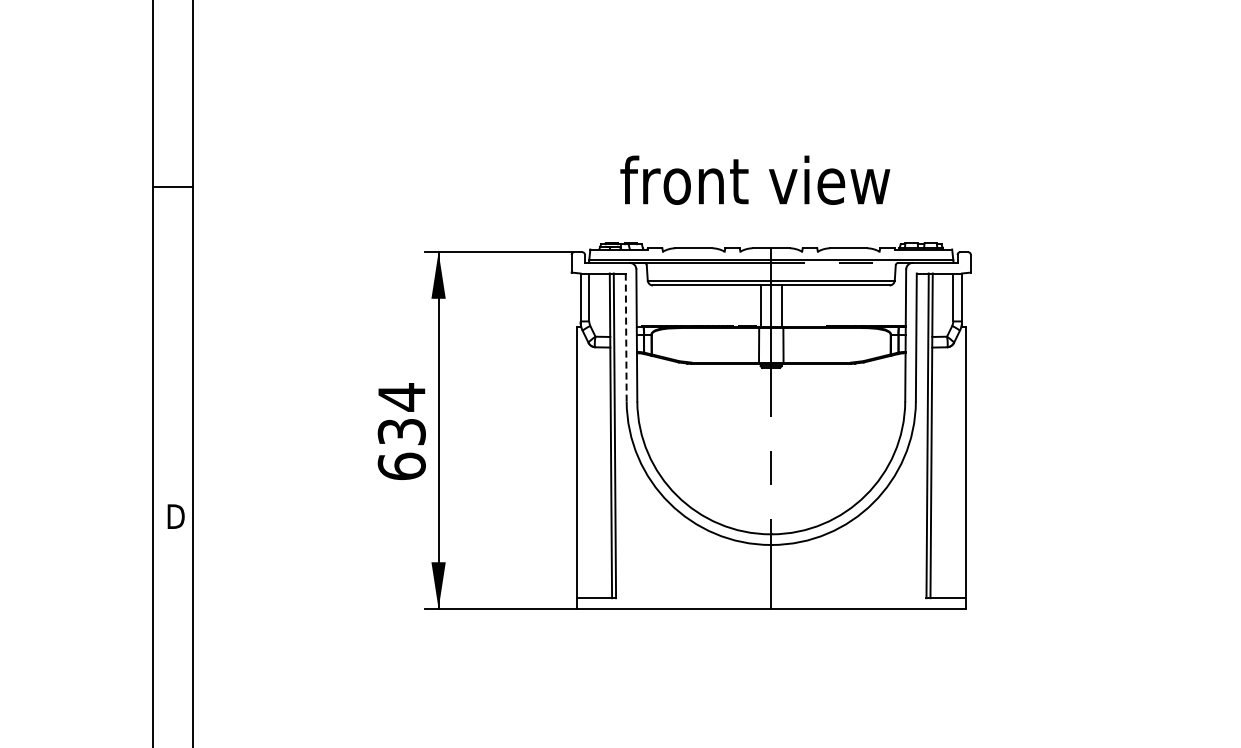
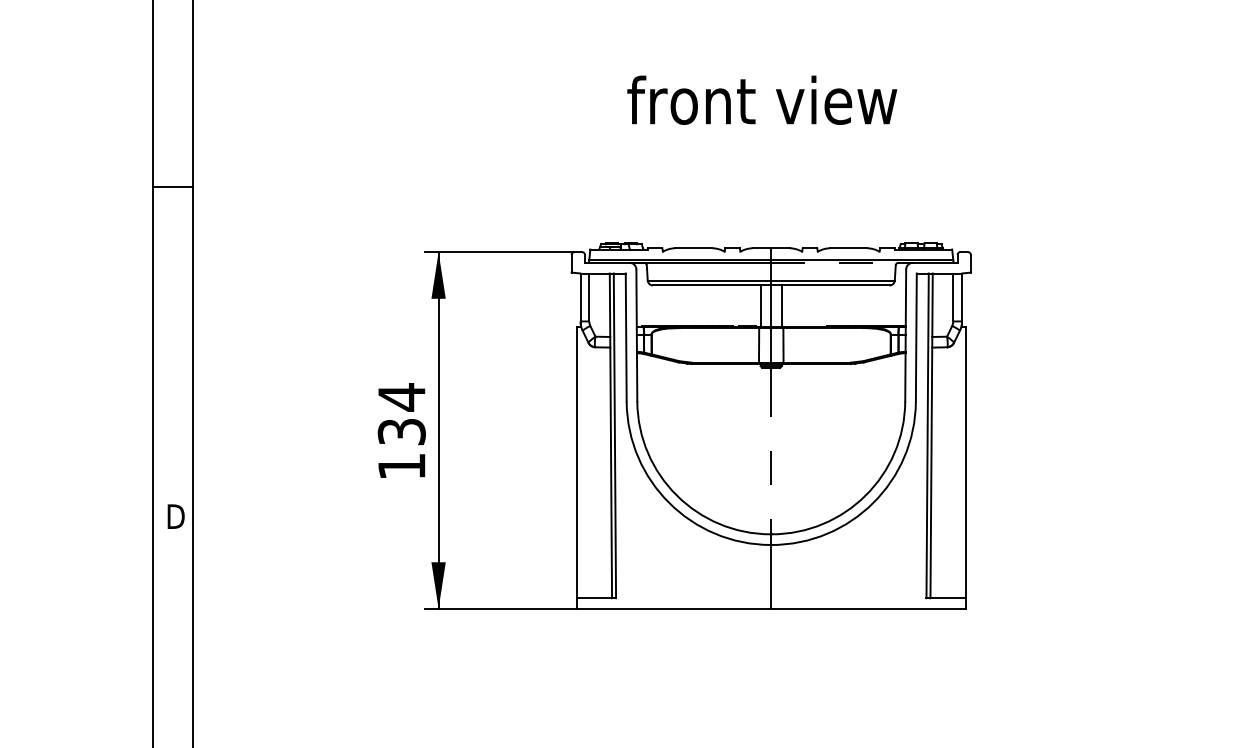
text at (755, 179) position: (755, 179) -> (762, 99)
line at (626, 337): dashed -> solid
text at (401, 465): 634 -> 134
